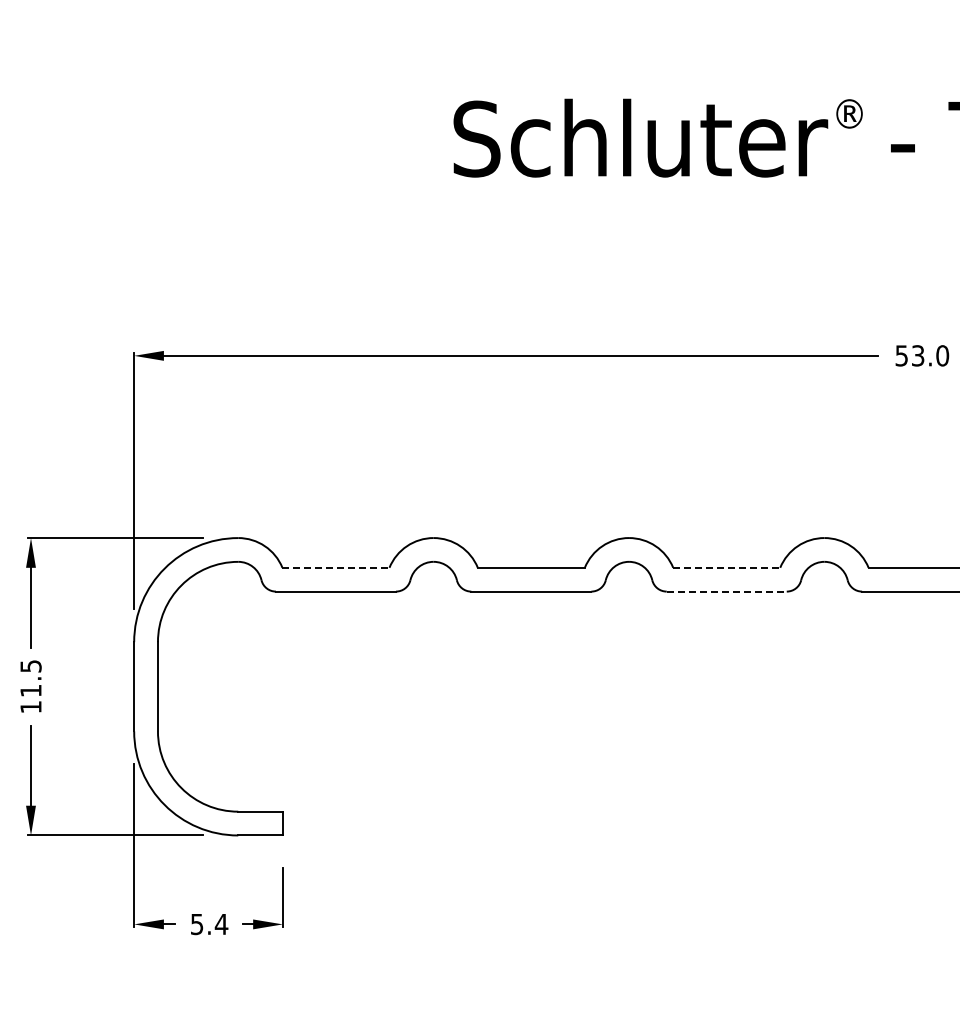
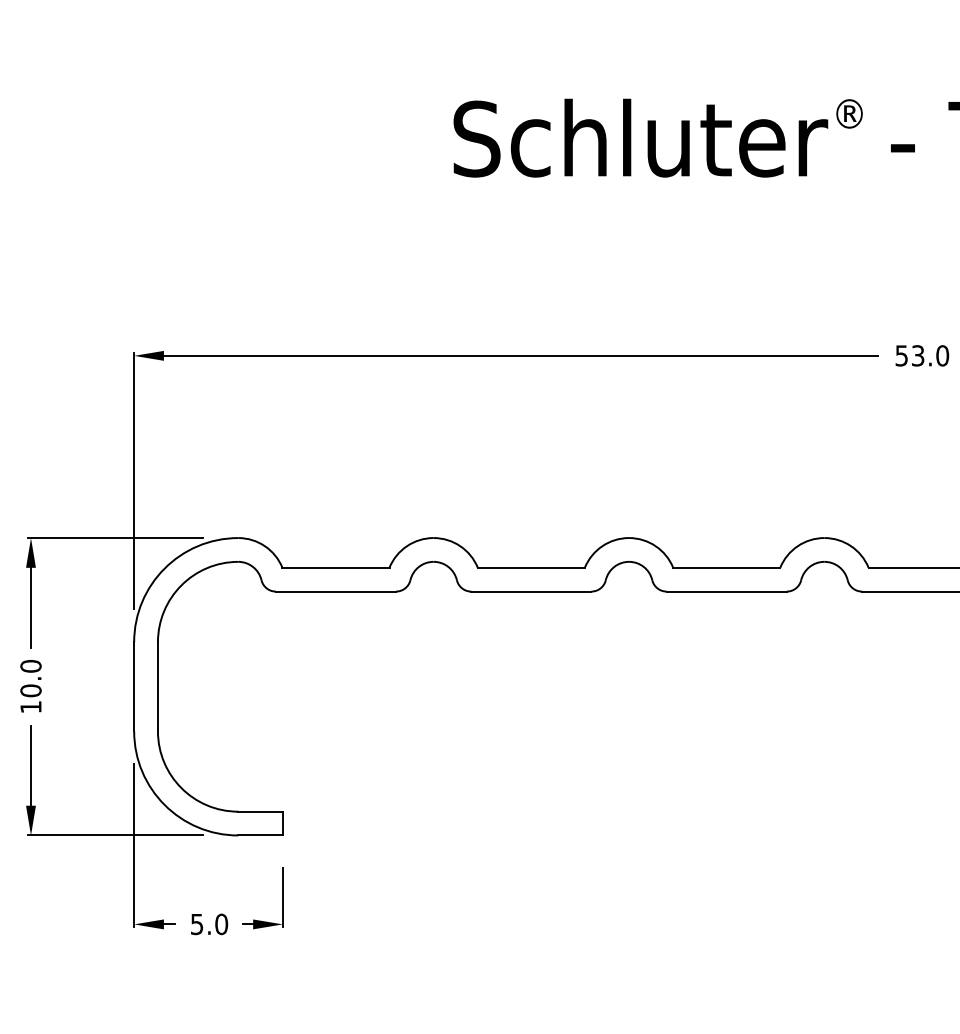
line at (335, 567): dashed -> solid
line at (726, 567): dashed -> solid
line at (727, 591): dashed -> solid
text at (30, 678): 11.5 -> 10.0
text at (221, 924): 5.4 -> 5.0
